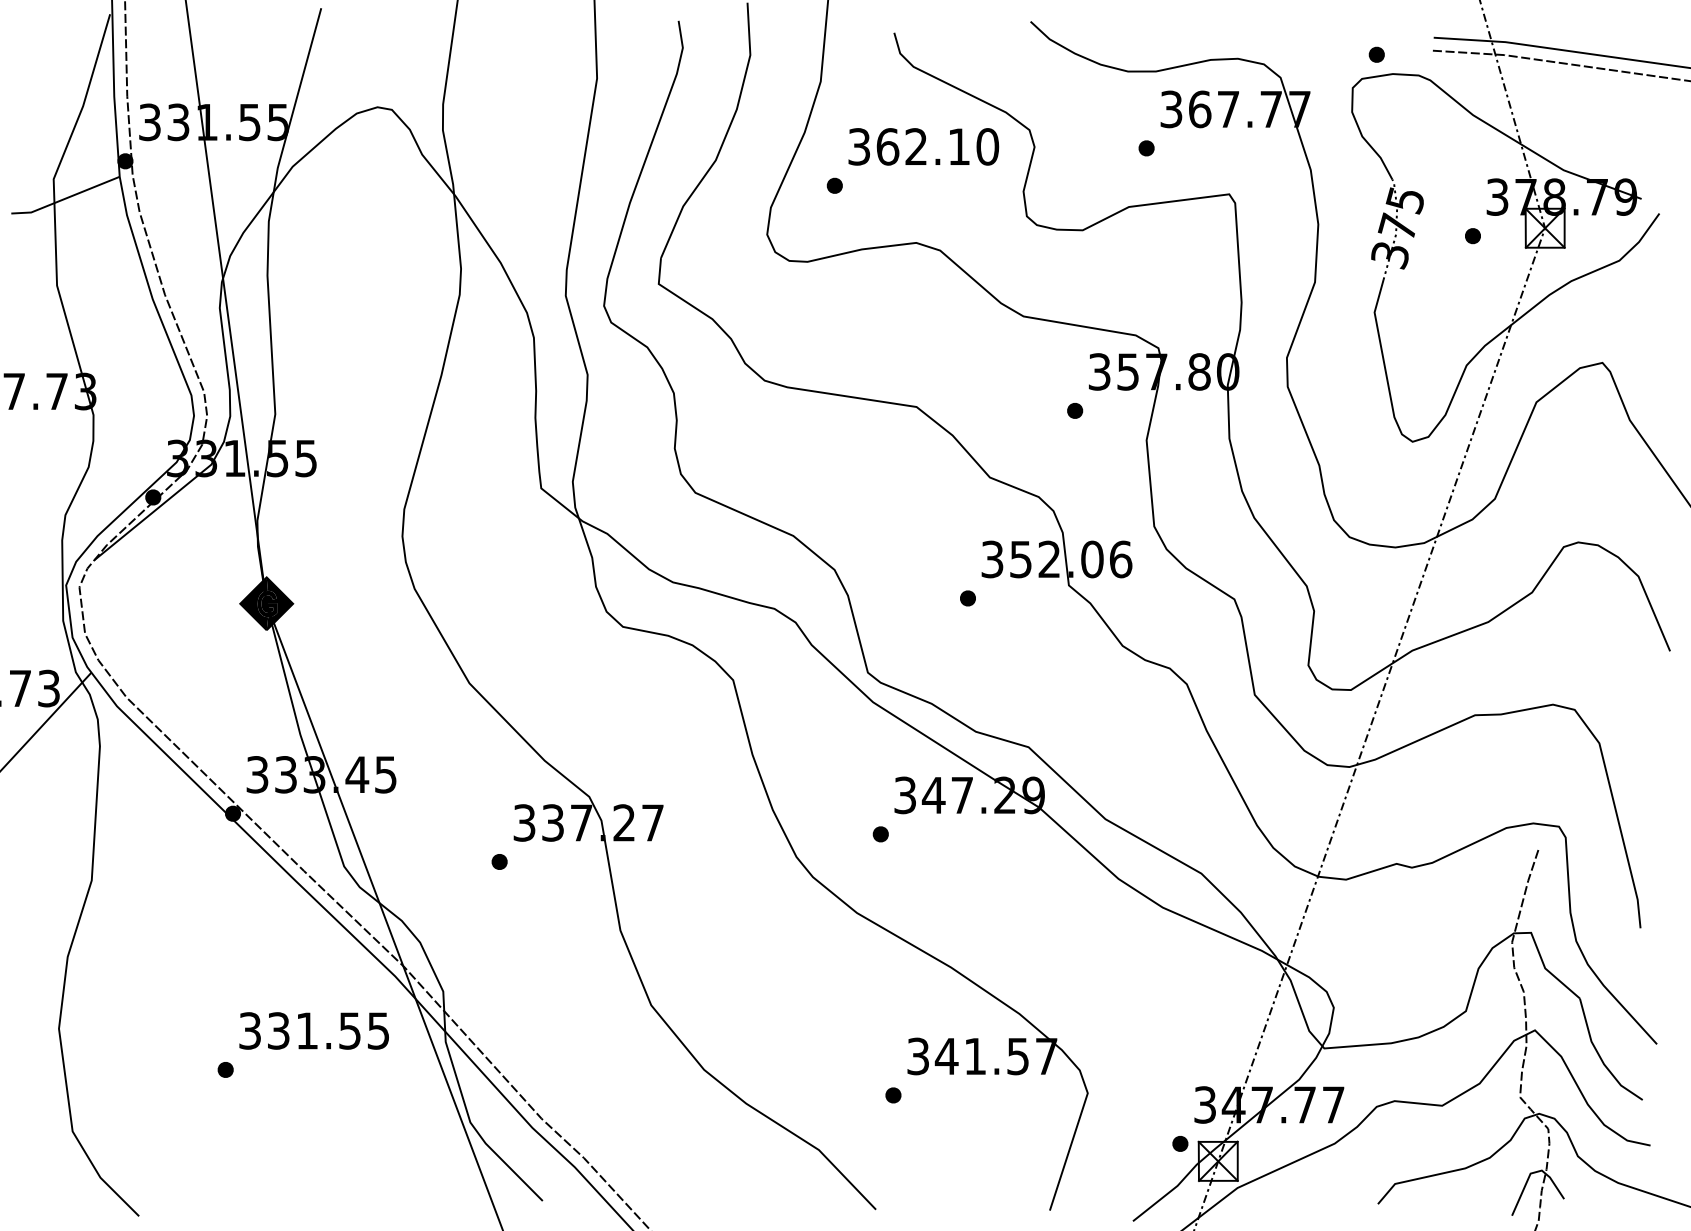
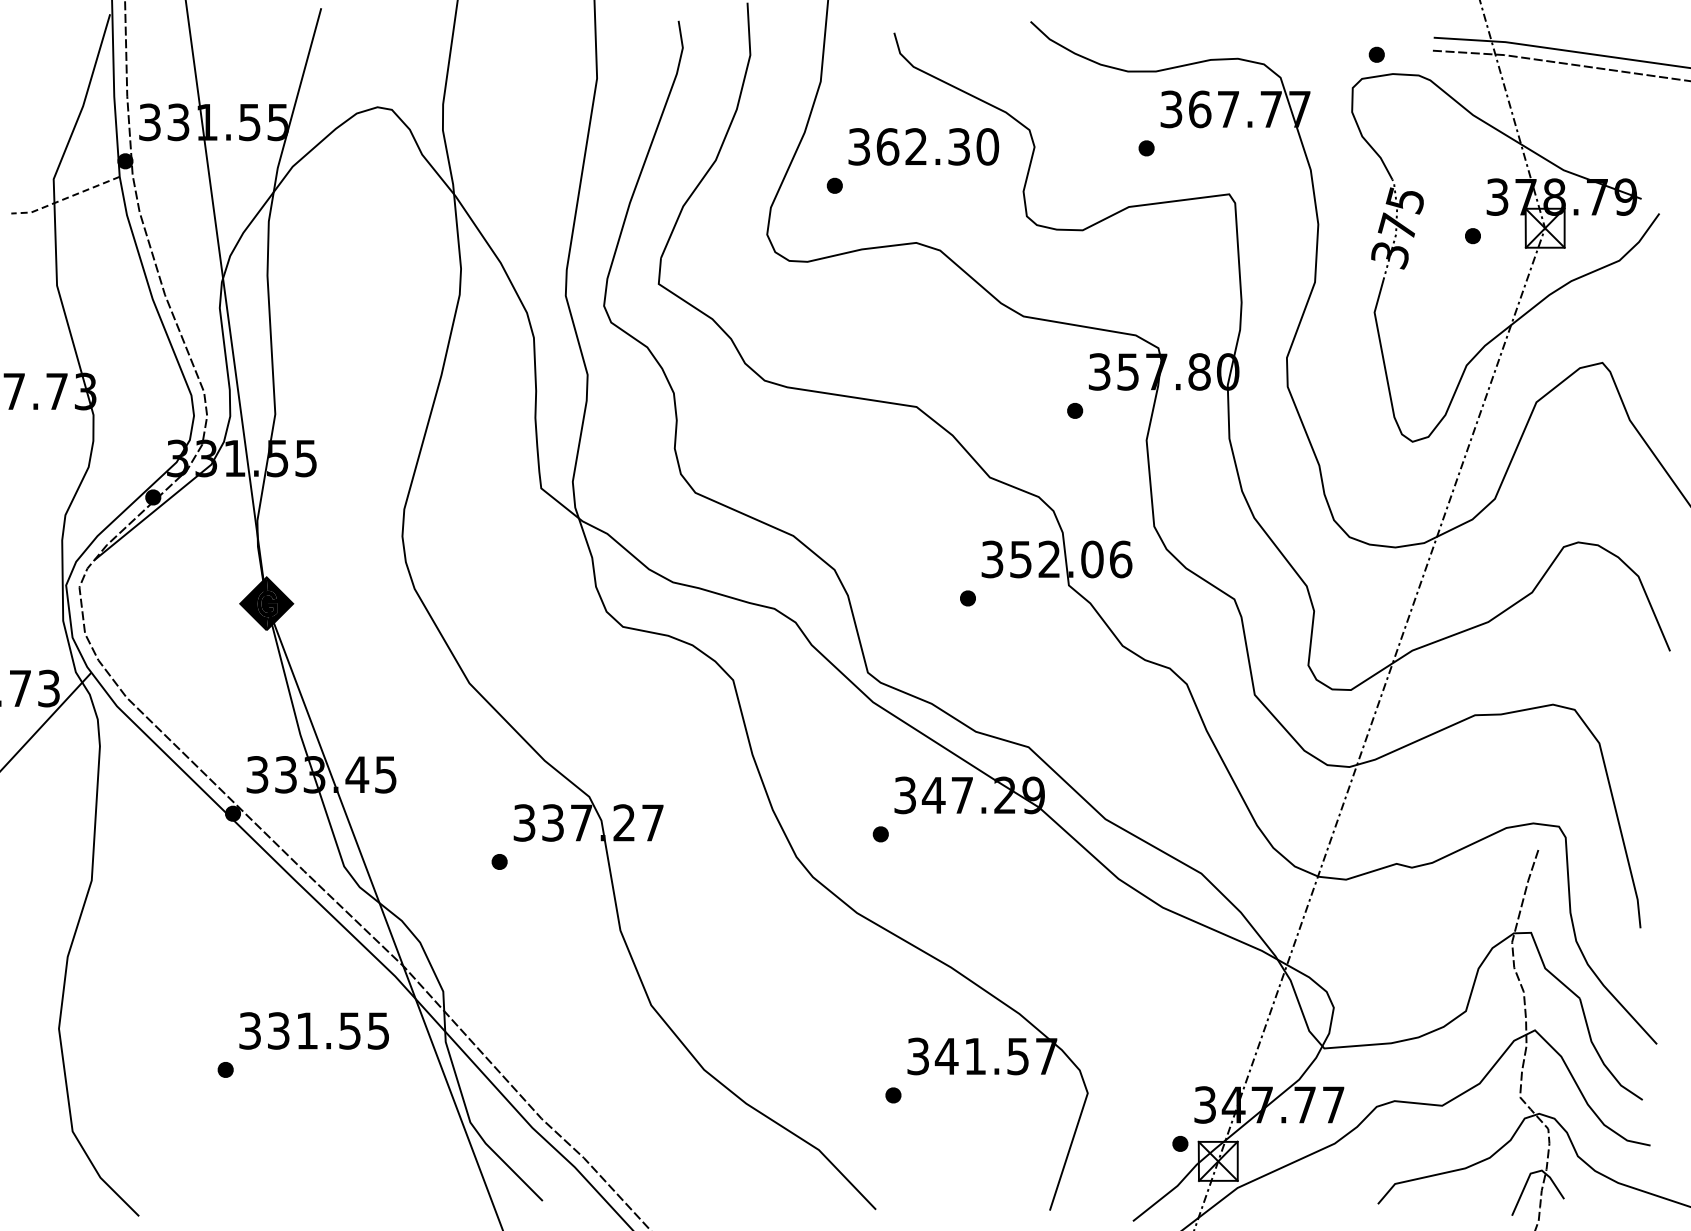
text at (958, 146): 362.10 -> 362.30
line at (65, 198): solid -> dashed
